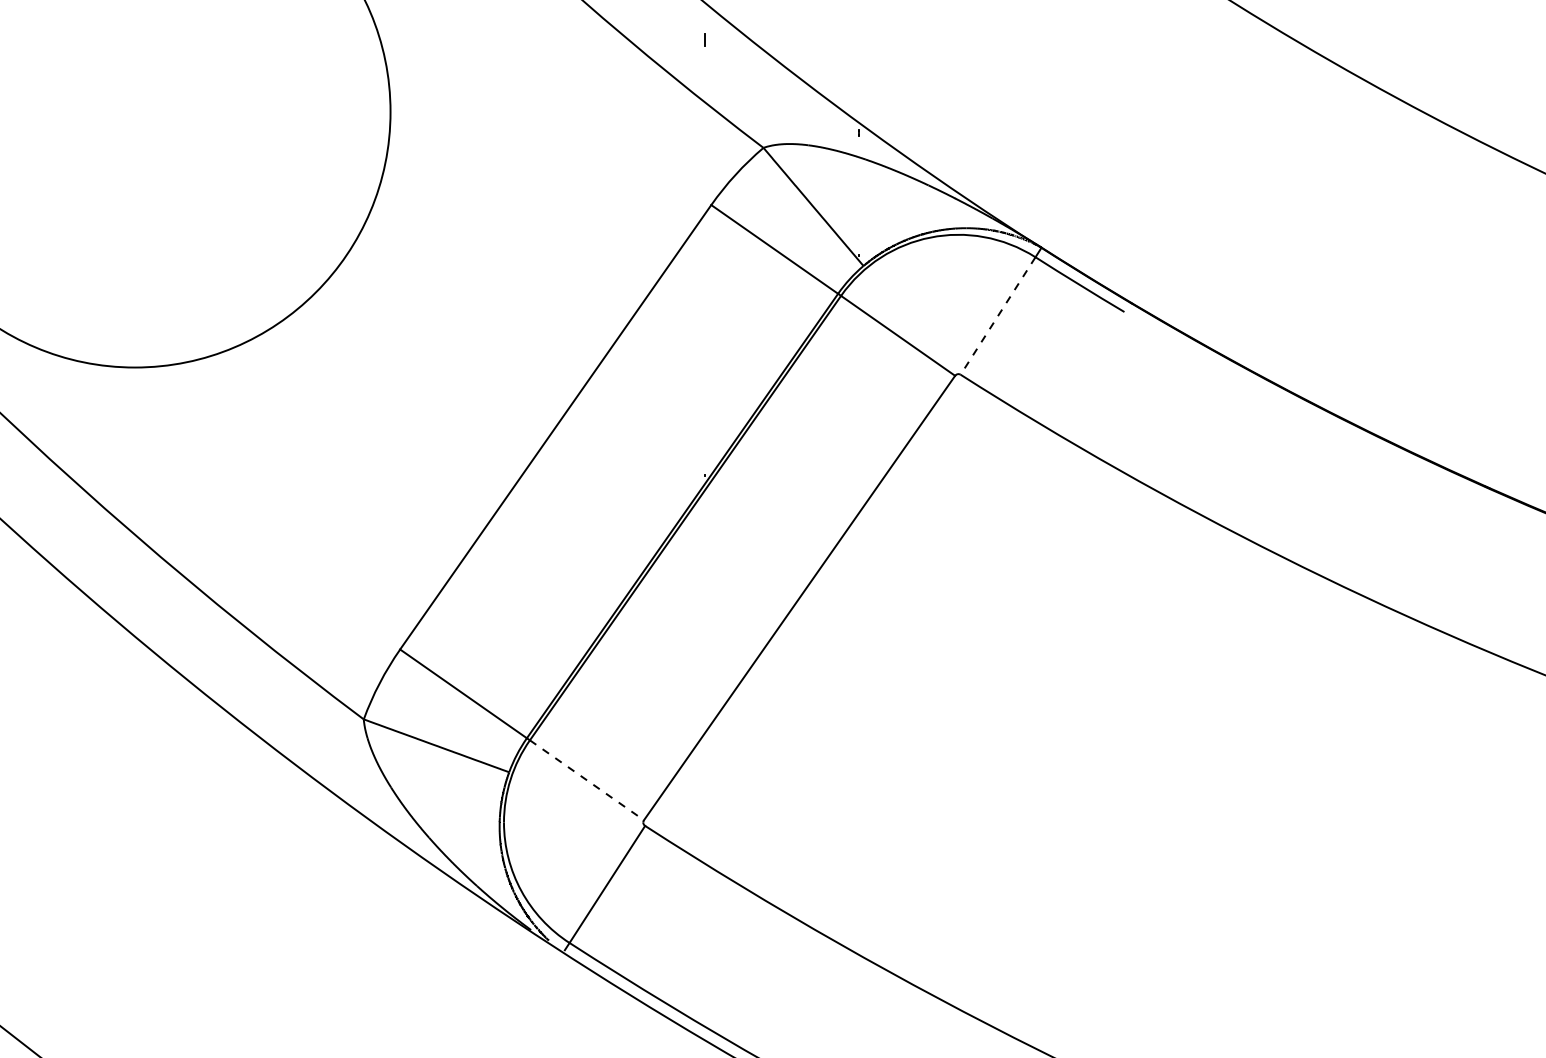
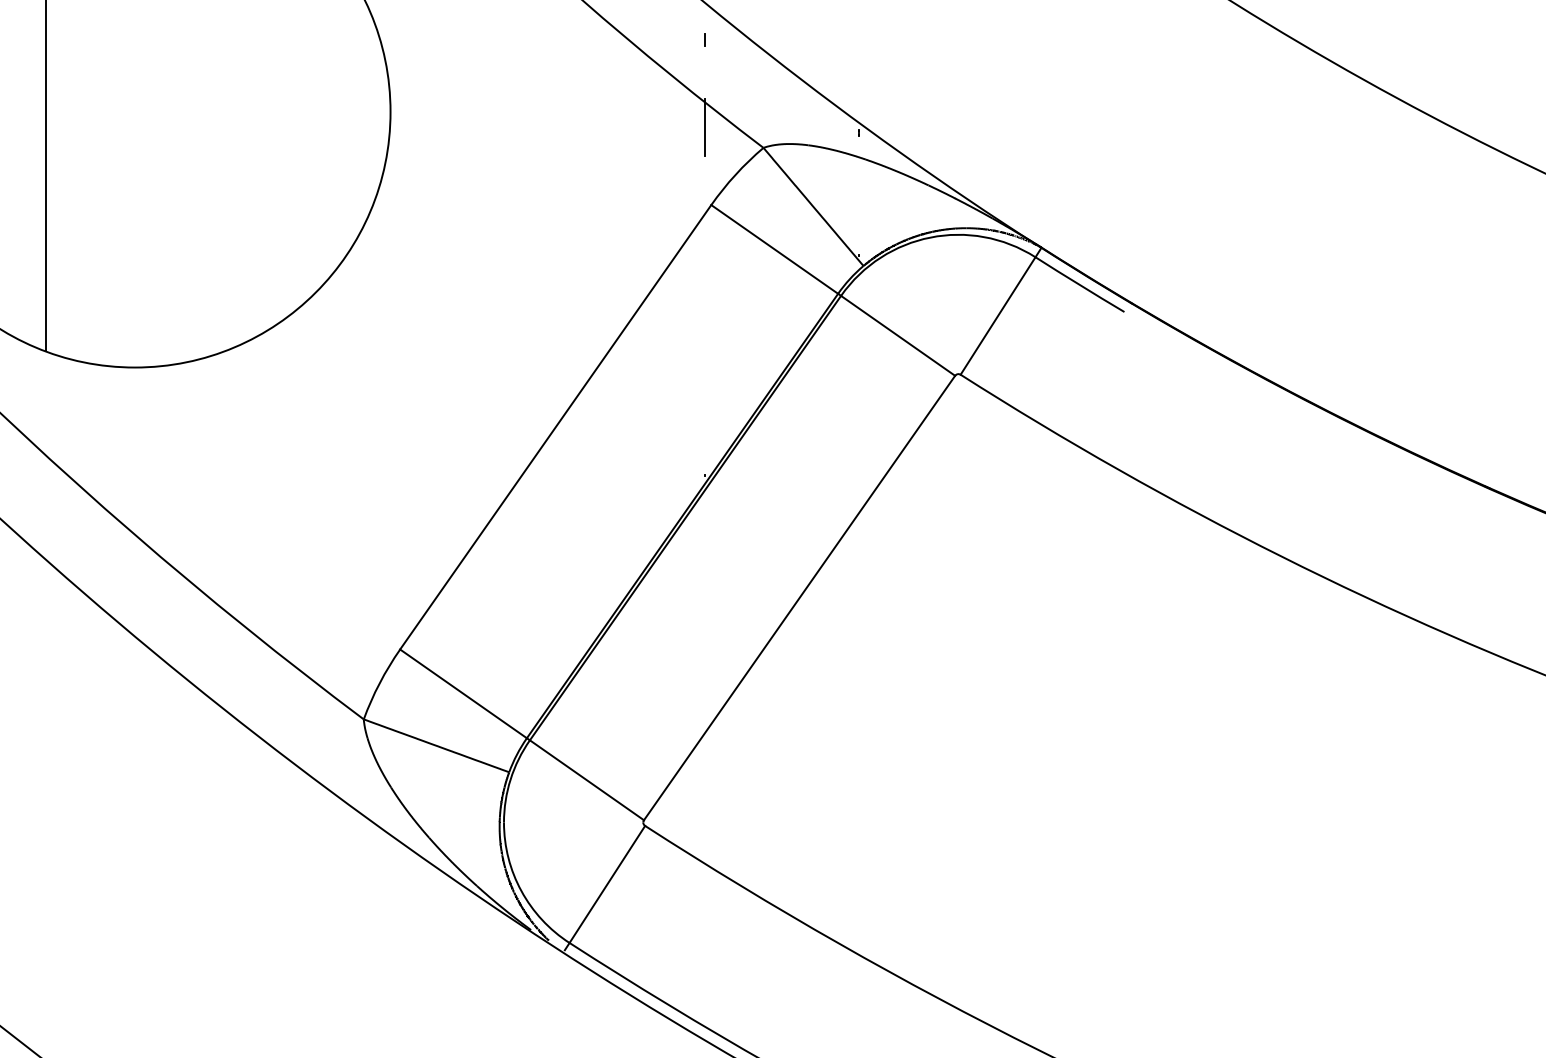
line at (704, 127): none -> present
line at (46, 176): none -> present
line at (998, 316): dashed -> solid
line at (586, 780): dashed -> solid
